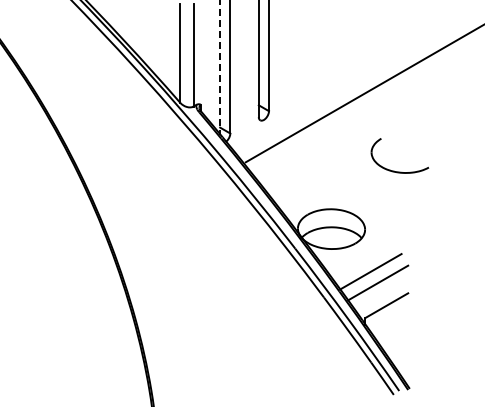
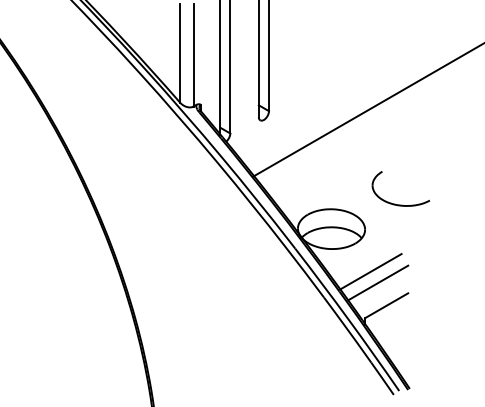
line at (220, 68): dashed -> solid
line at (363, 94) position: (363, 94) -> (367, 110)
part at (394, 170) position: (394, 170) -> (395, 203)
